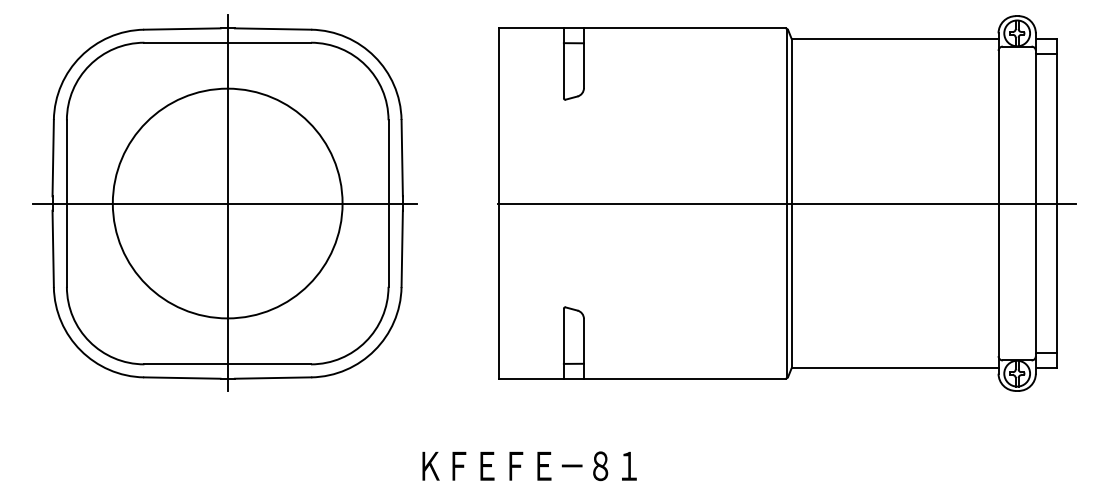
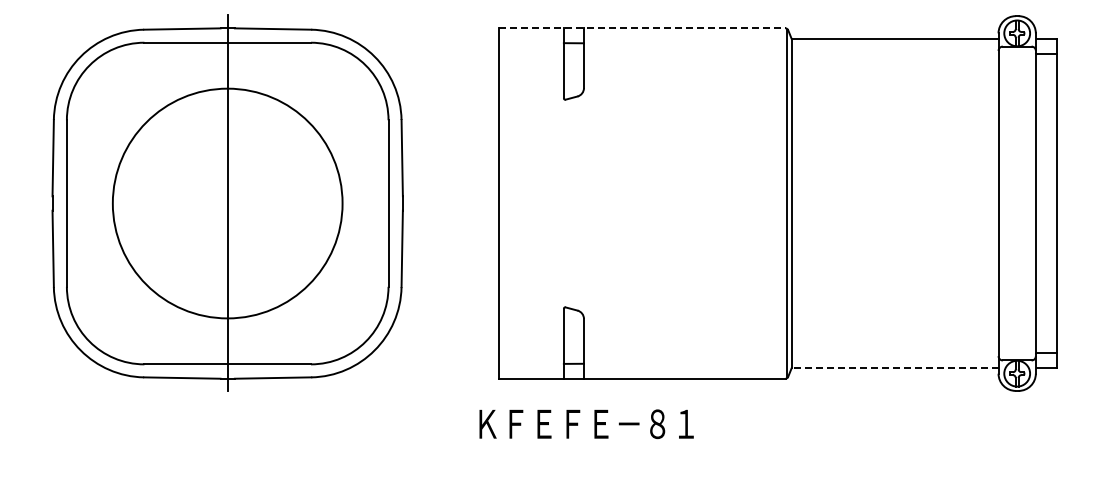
line at (642, 28): solid -> dashed
line at (224, 203): present -> none
line at (786, 203): present -> none
line at (894, 367): solid -> dashed
text at (529, 466) position: (529, 466) -> (586, 424)
